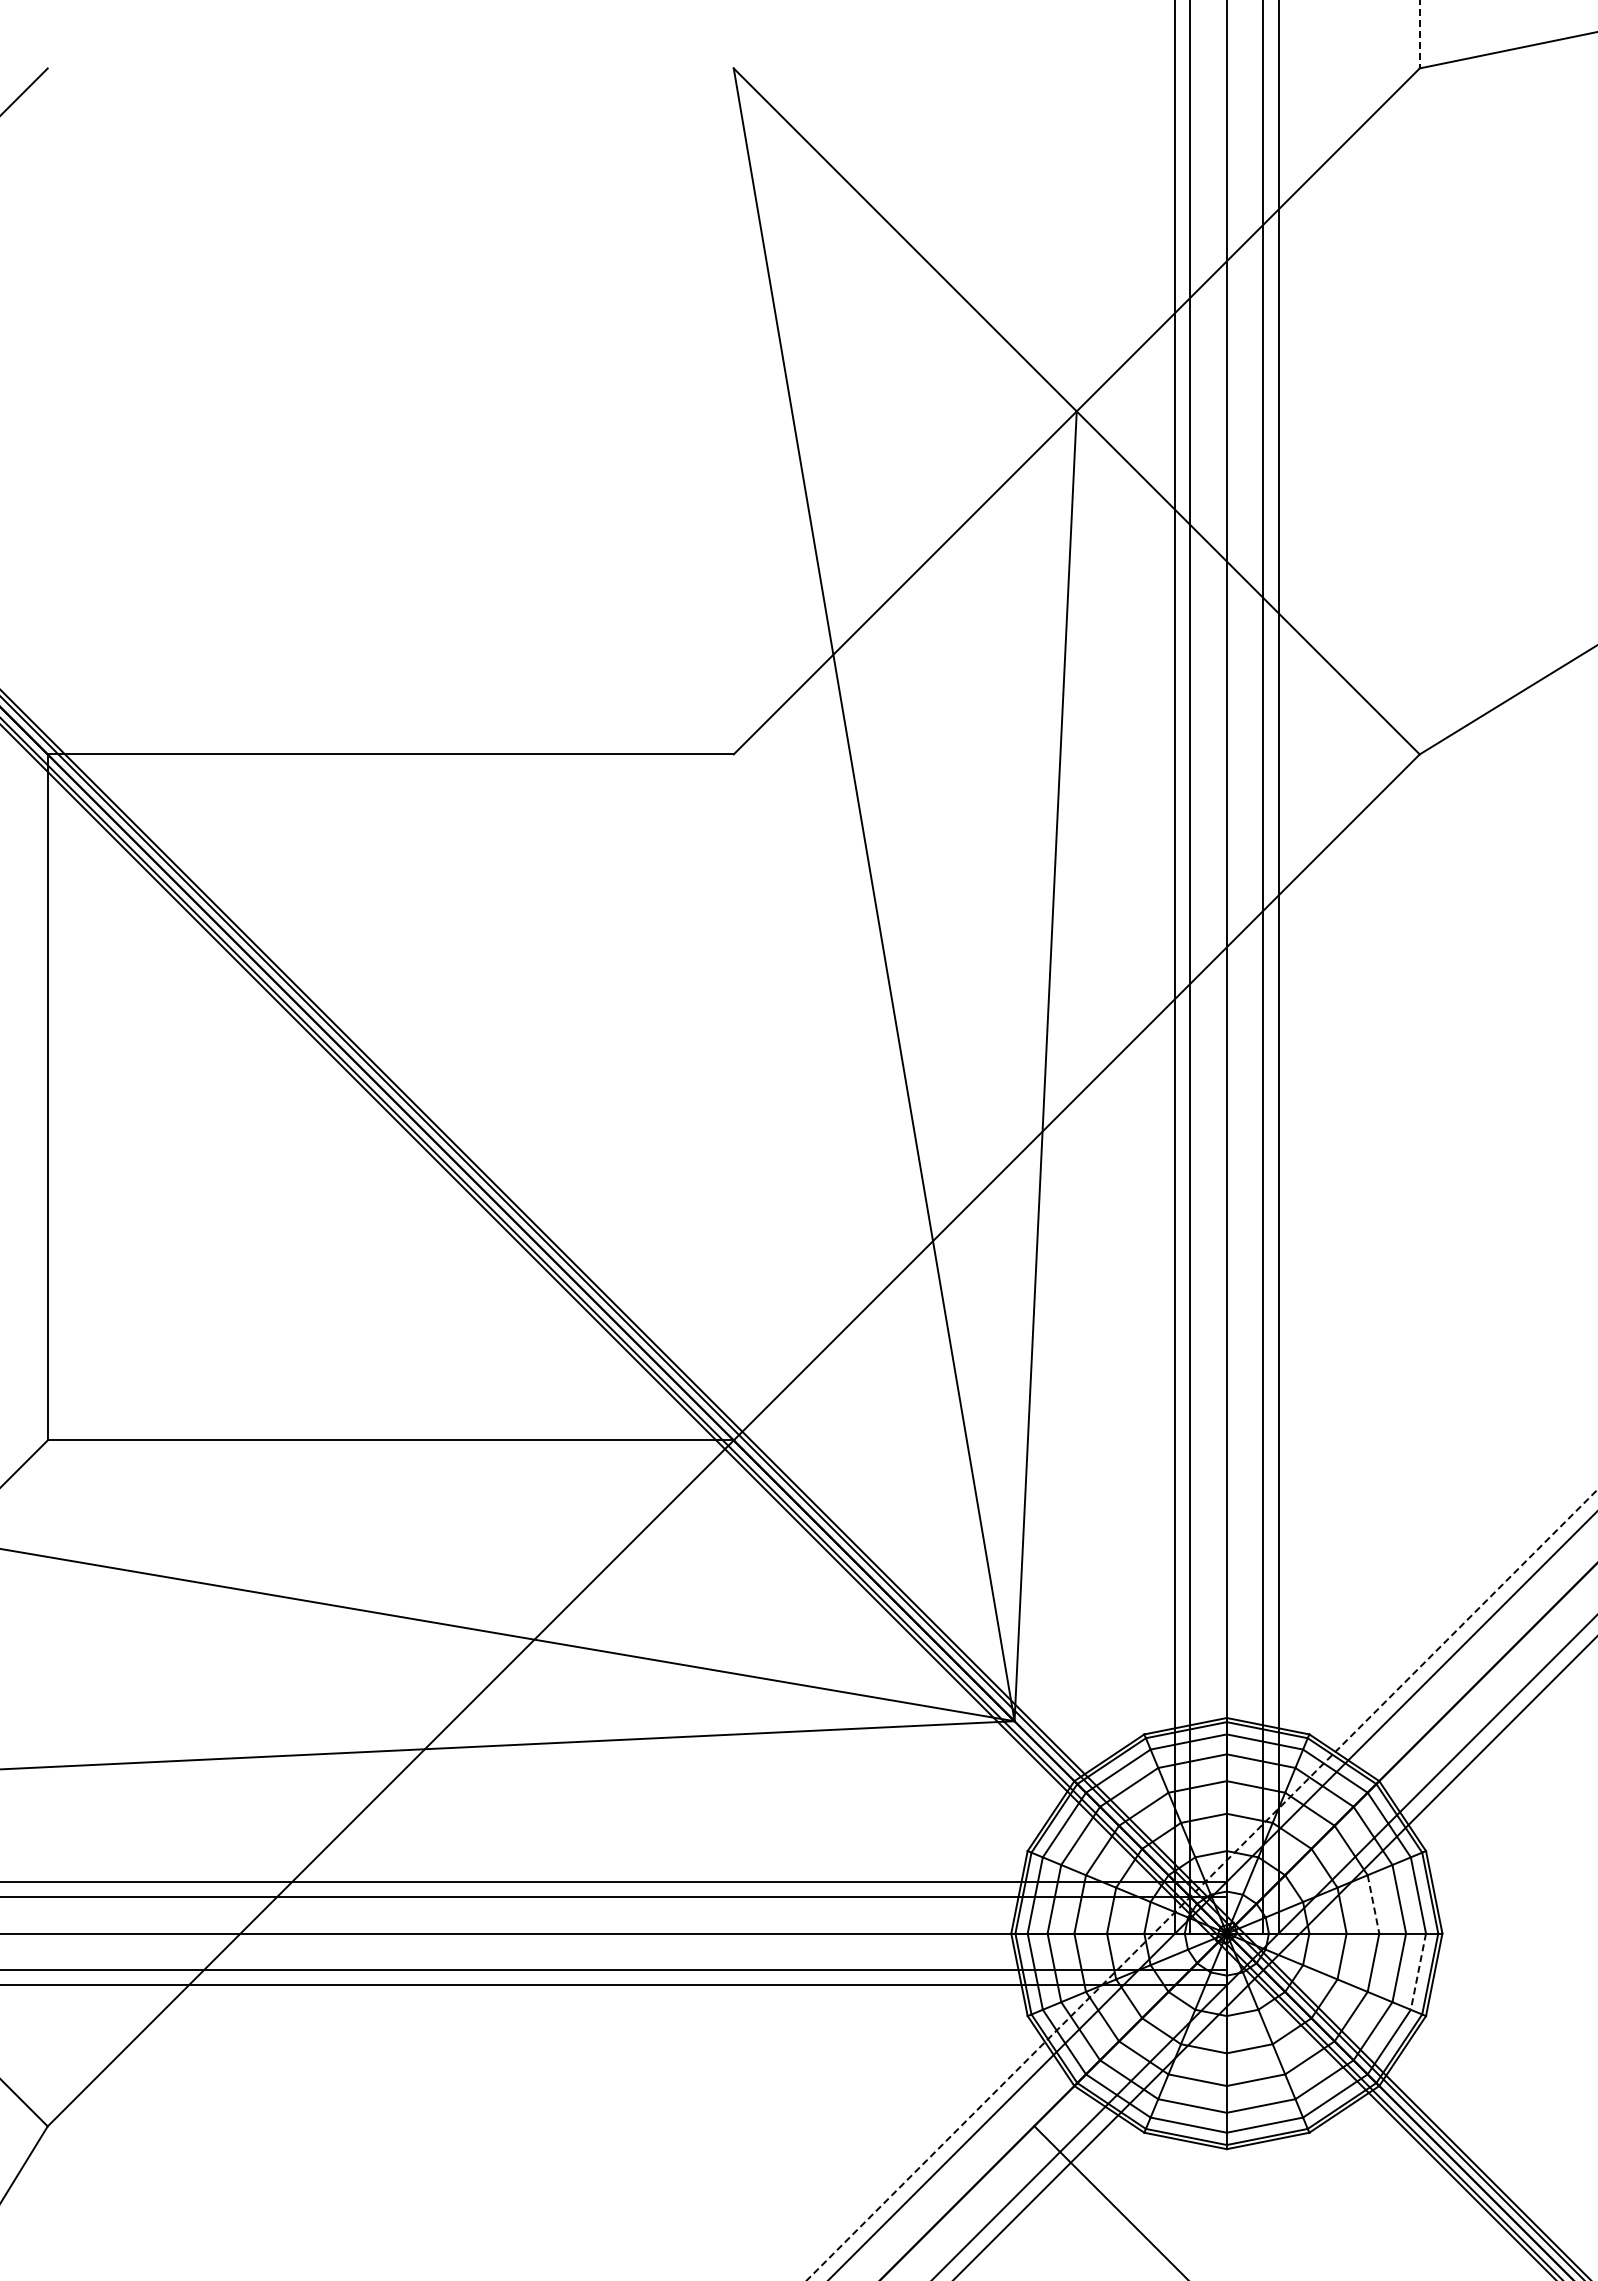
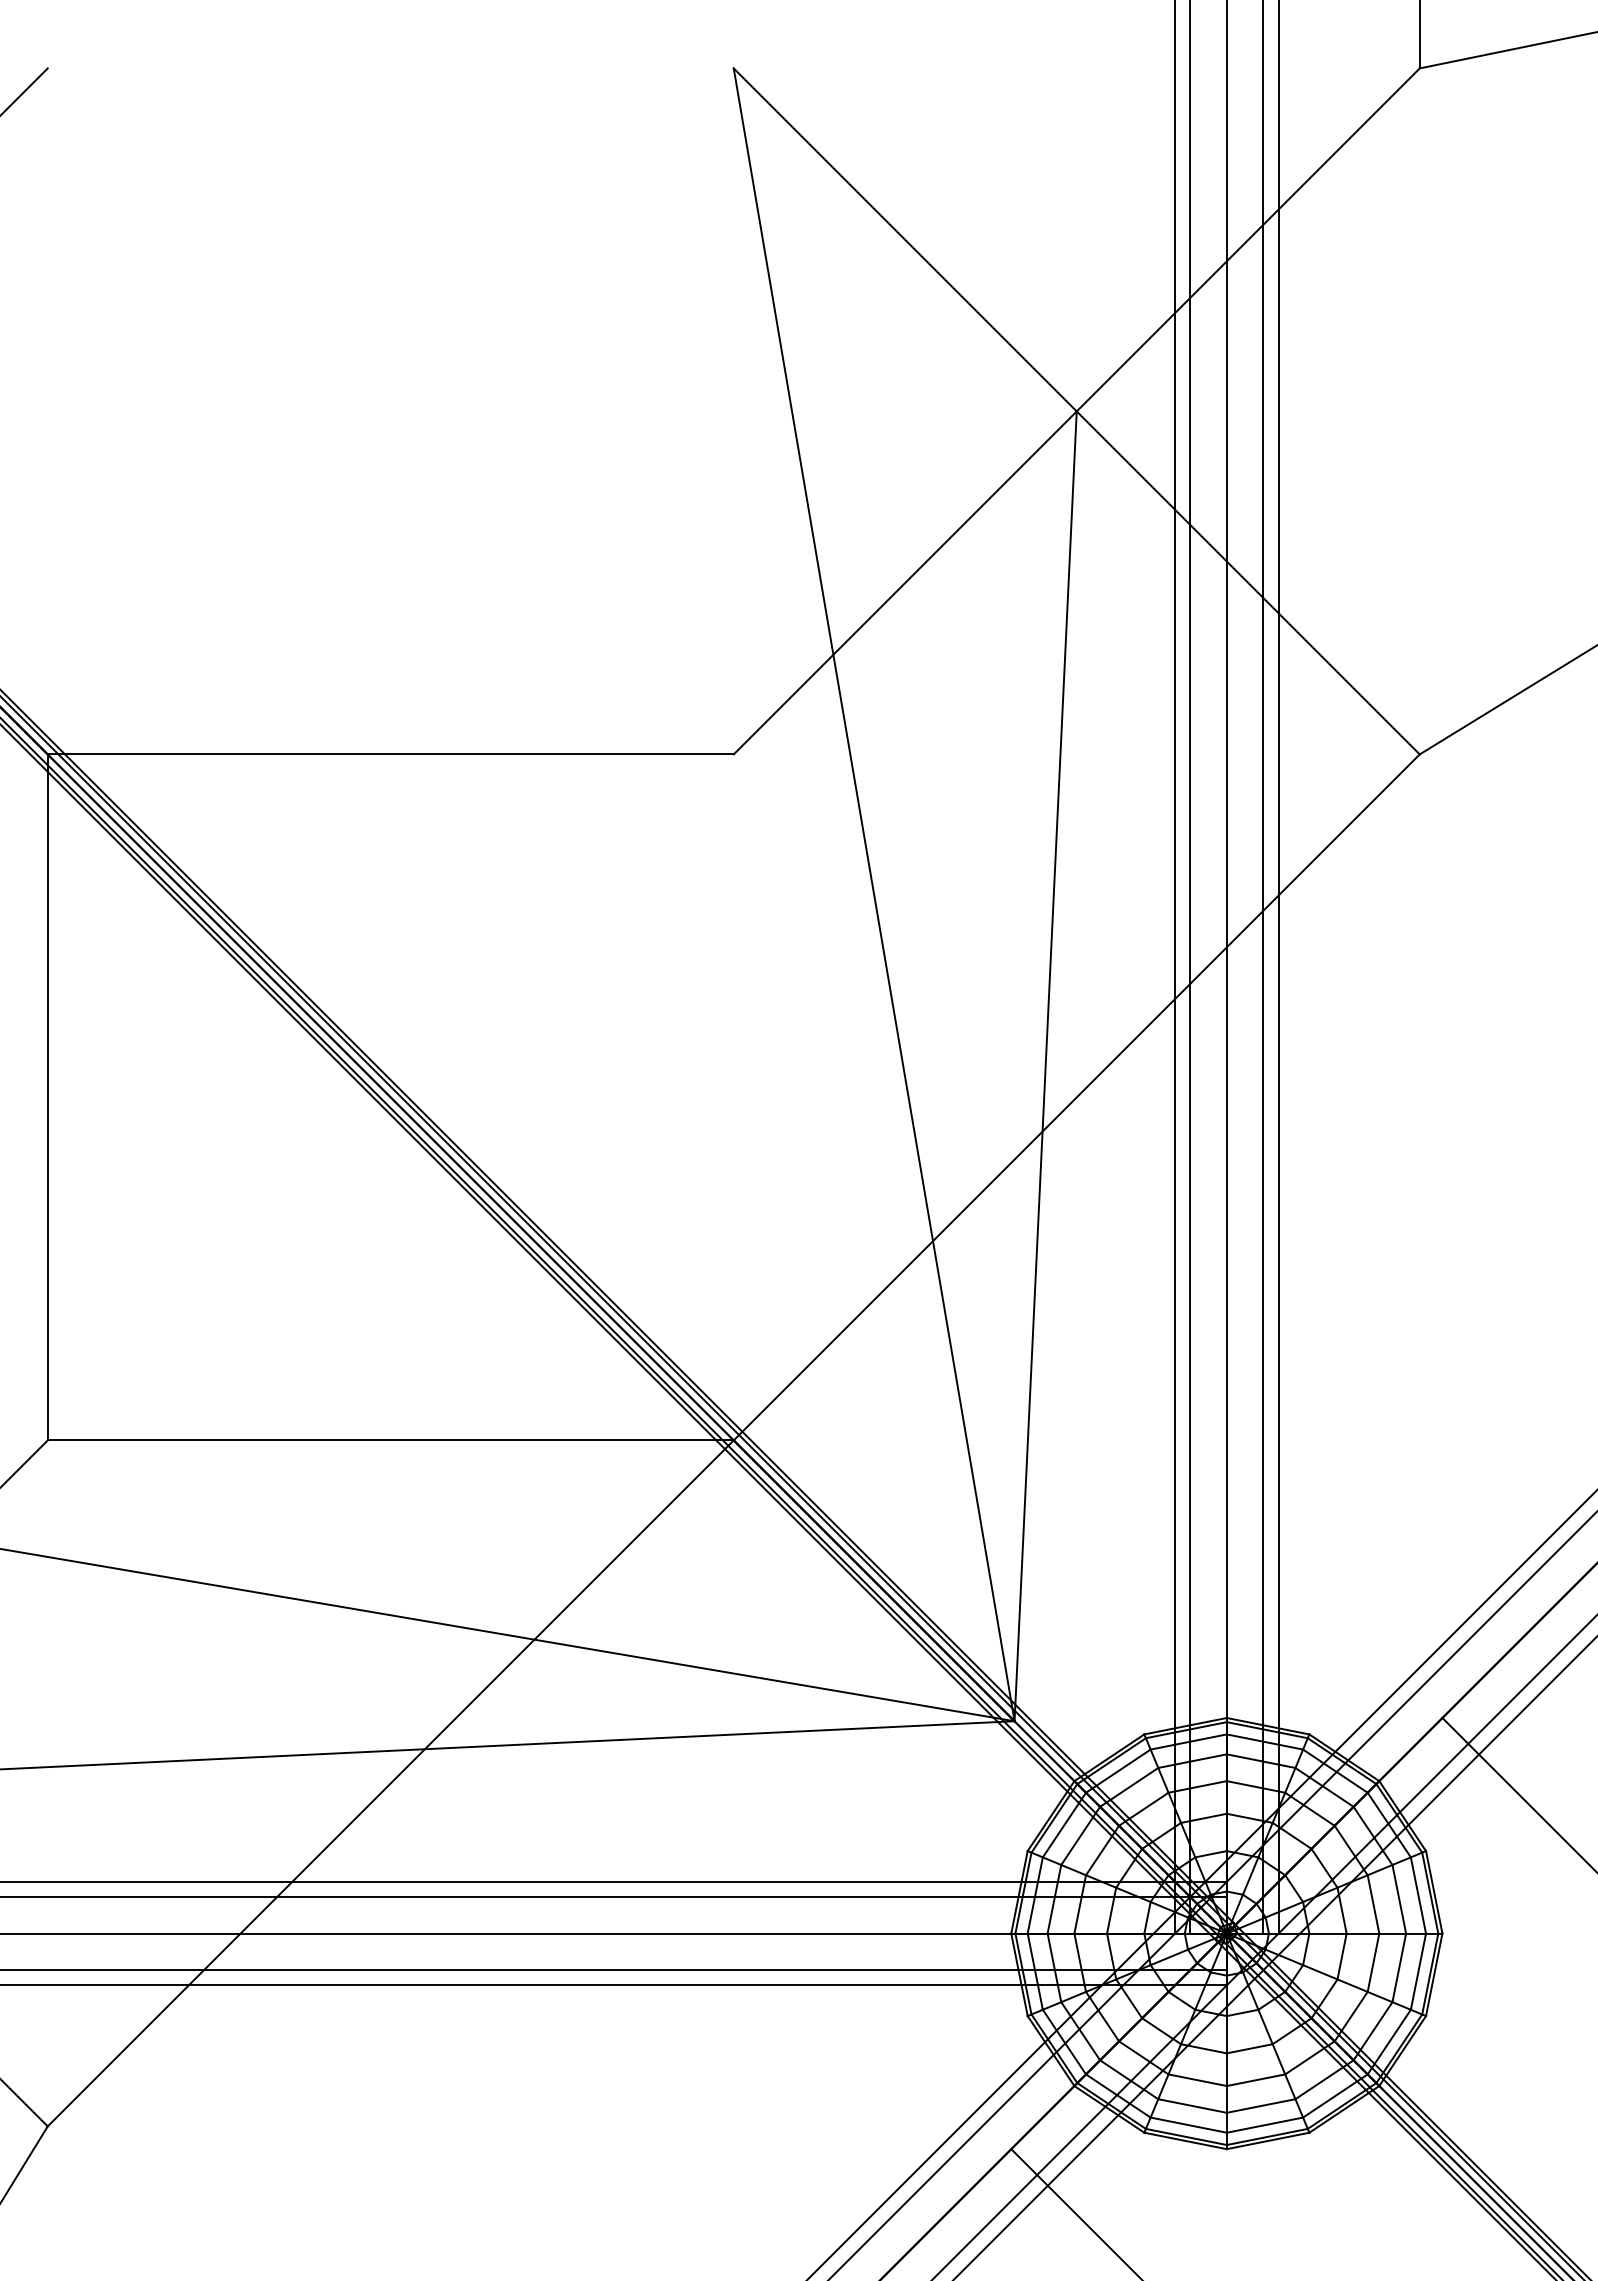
line at (1419, 34): dashed -> solid
line at (1518, 1794): none -> present
line at (1202, 1884): dashed -> solid
line at (1373, 1904): dashed -> solid
line at (1418, 1971): dashed -> solid
line at (1110, 2201) position: (1110, 2201) -> (1075, 2213)
